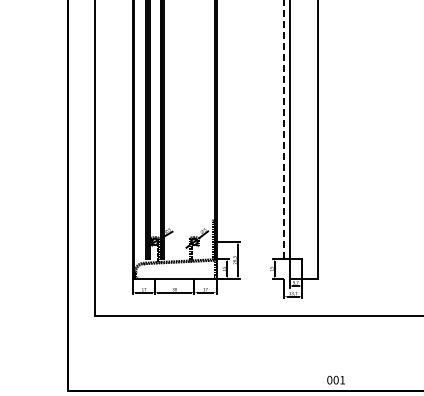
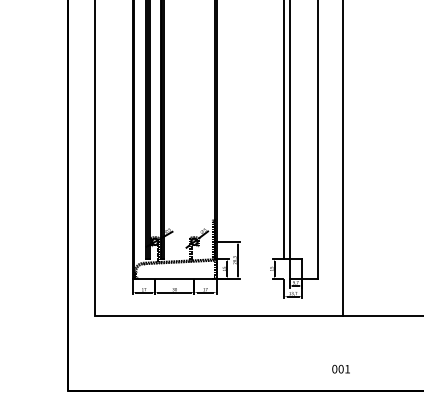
line at (284, 129): dashed -> solid
line at (342, 159): none -> present
text at (335, 379) position: (335, 379) -> (340, 368)
